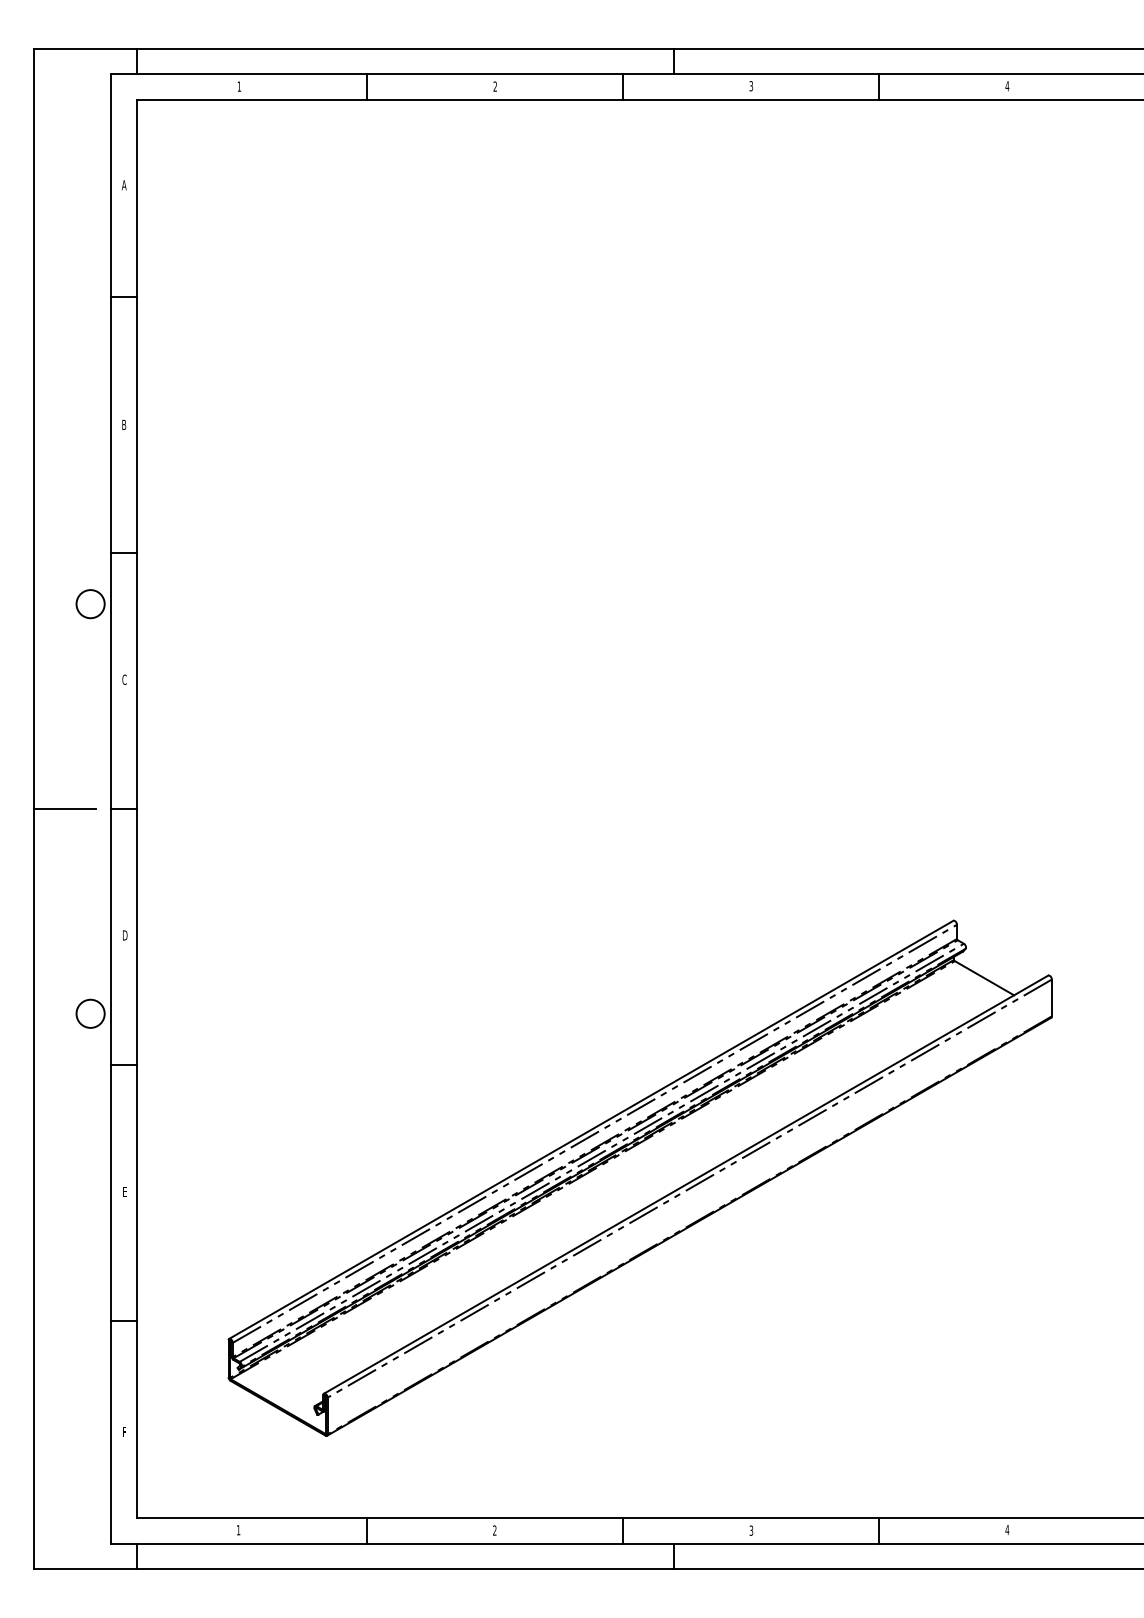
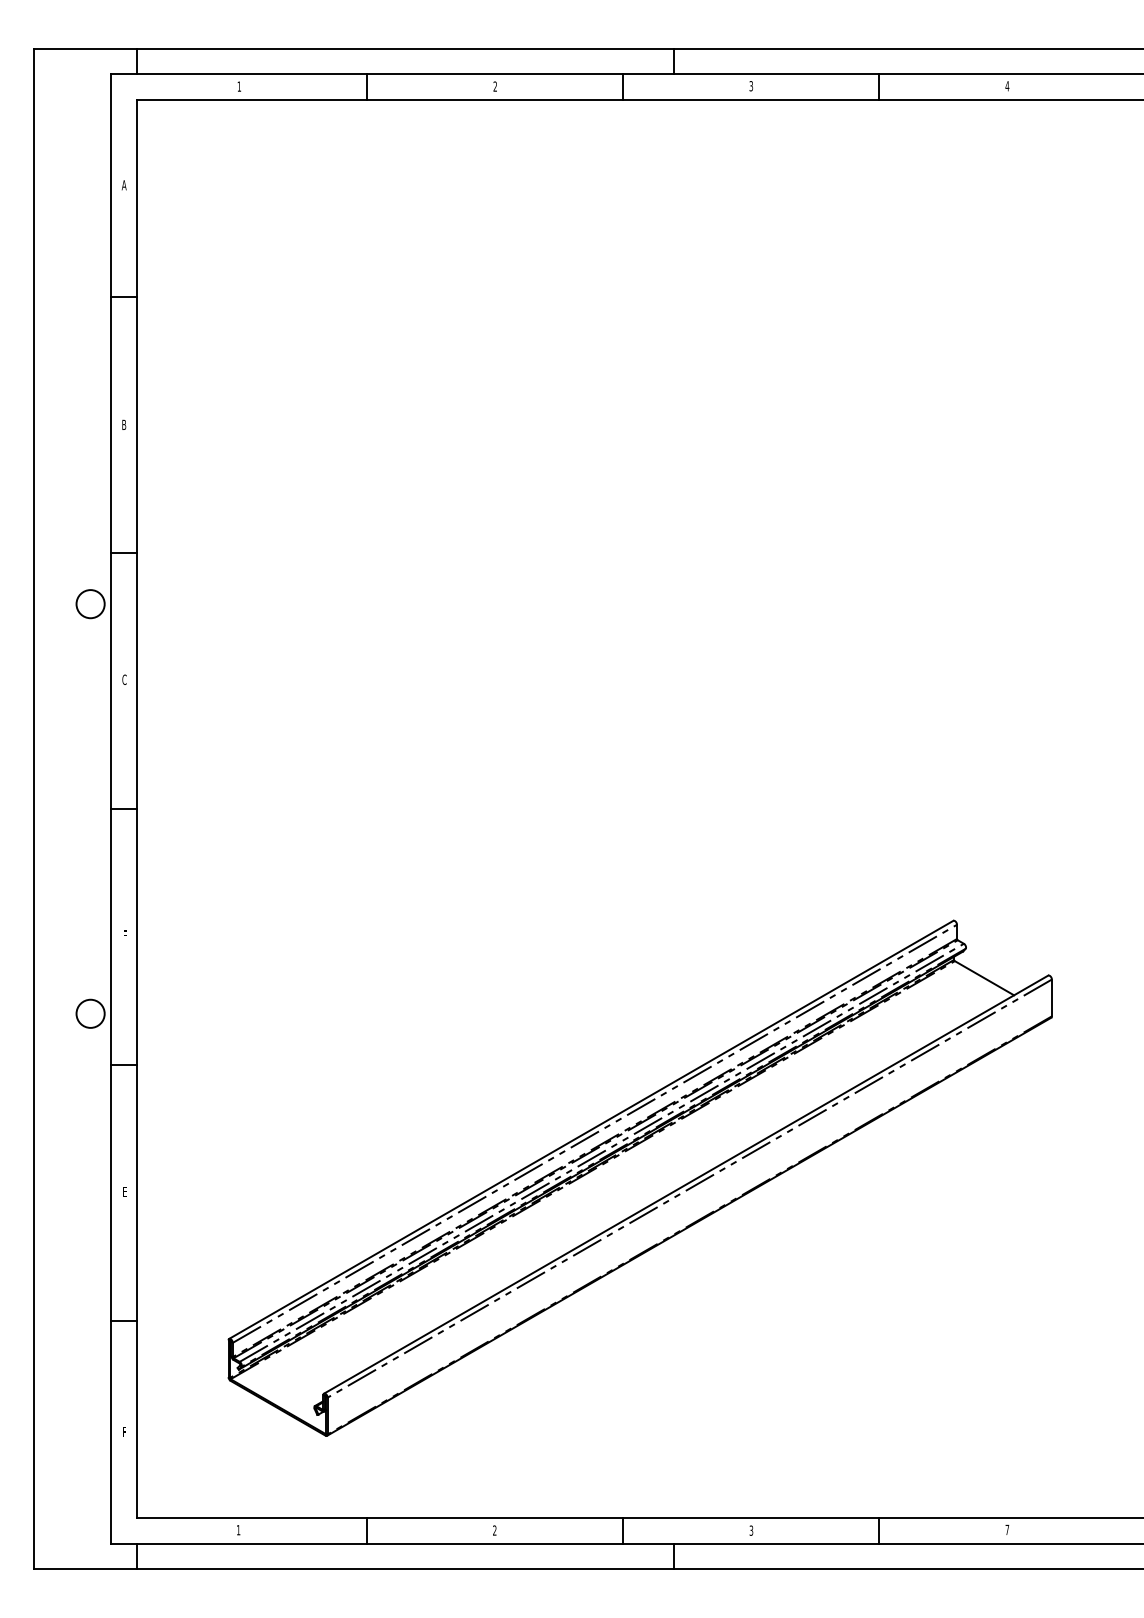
line at (64, 809): present -> none
text at (125, 935): D -> F
text at (1007, 1529): 4 -> 7
